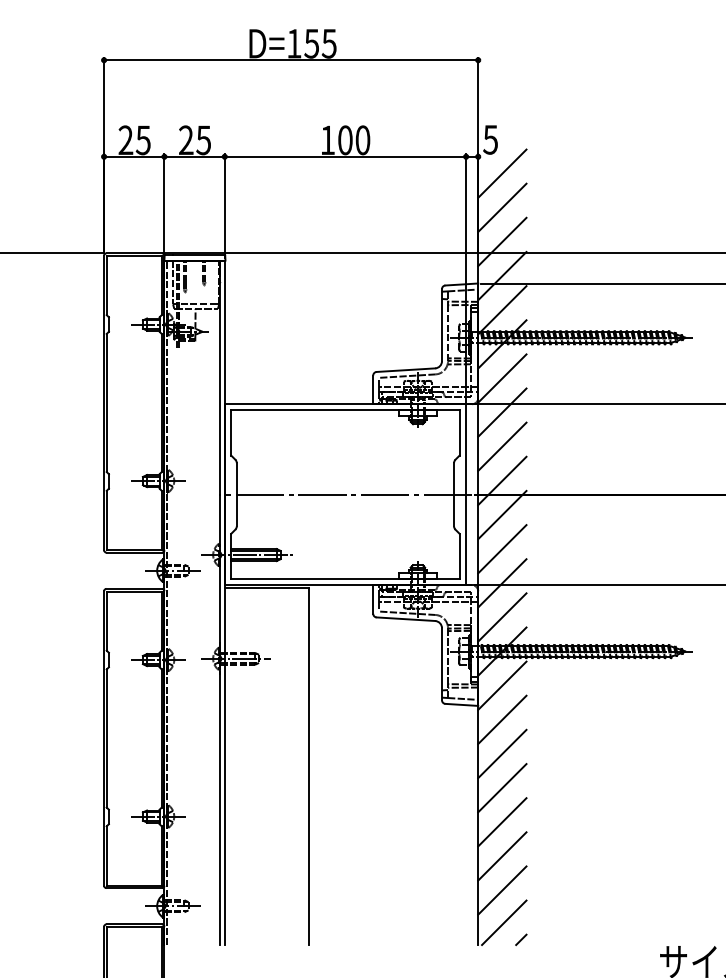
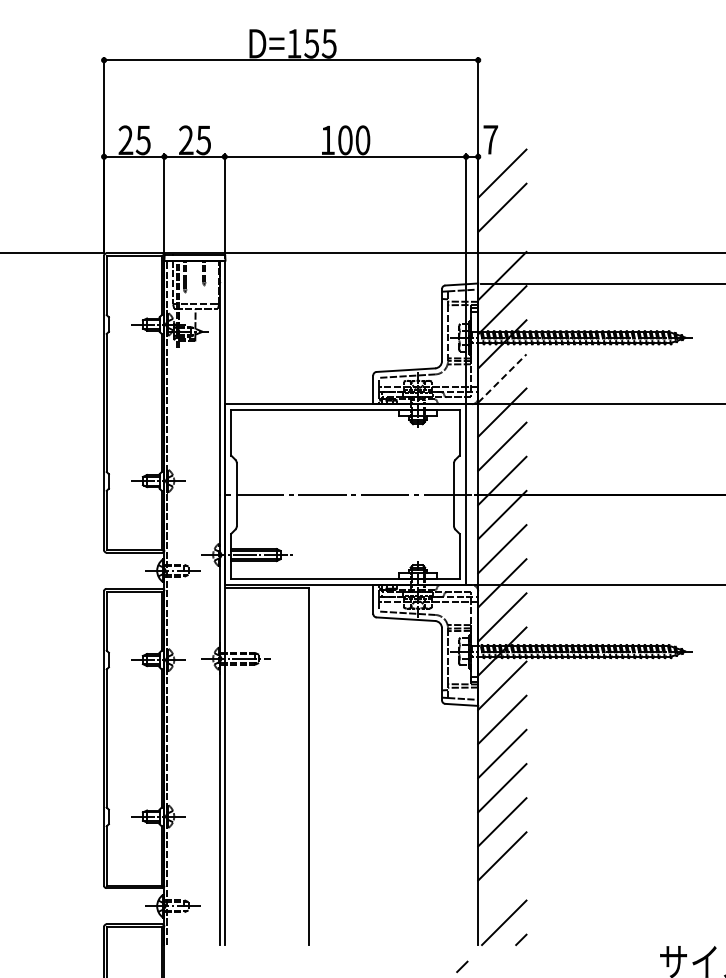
text at (490, 139): 5 -> 7
line at (502, 241): present -> none
line at (502, 378): solid -> dashed
line at (502, 890): present -> none
line at (462, 966): none -> present
